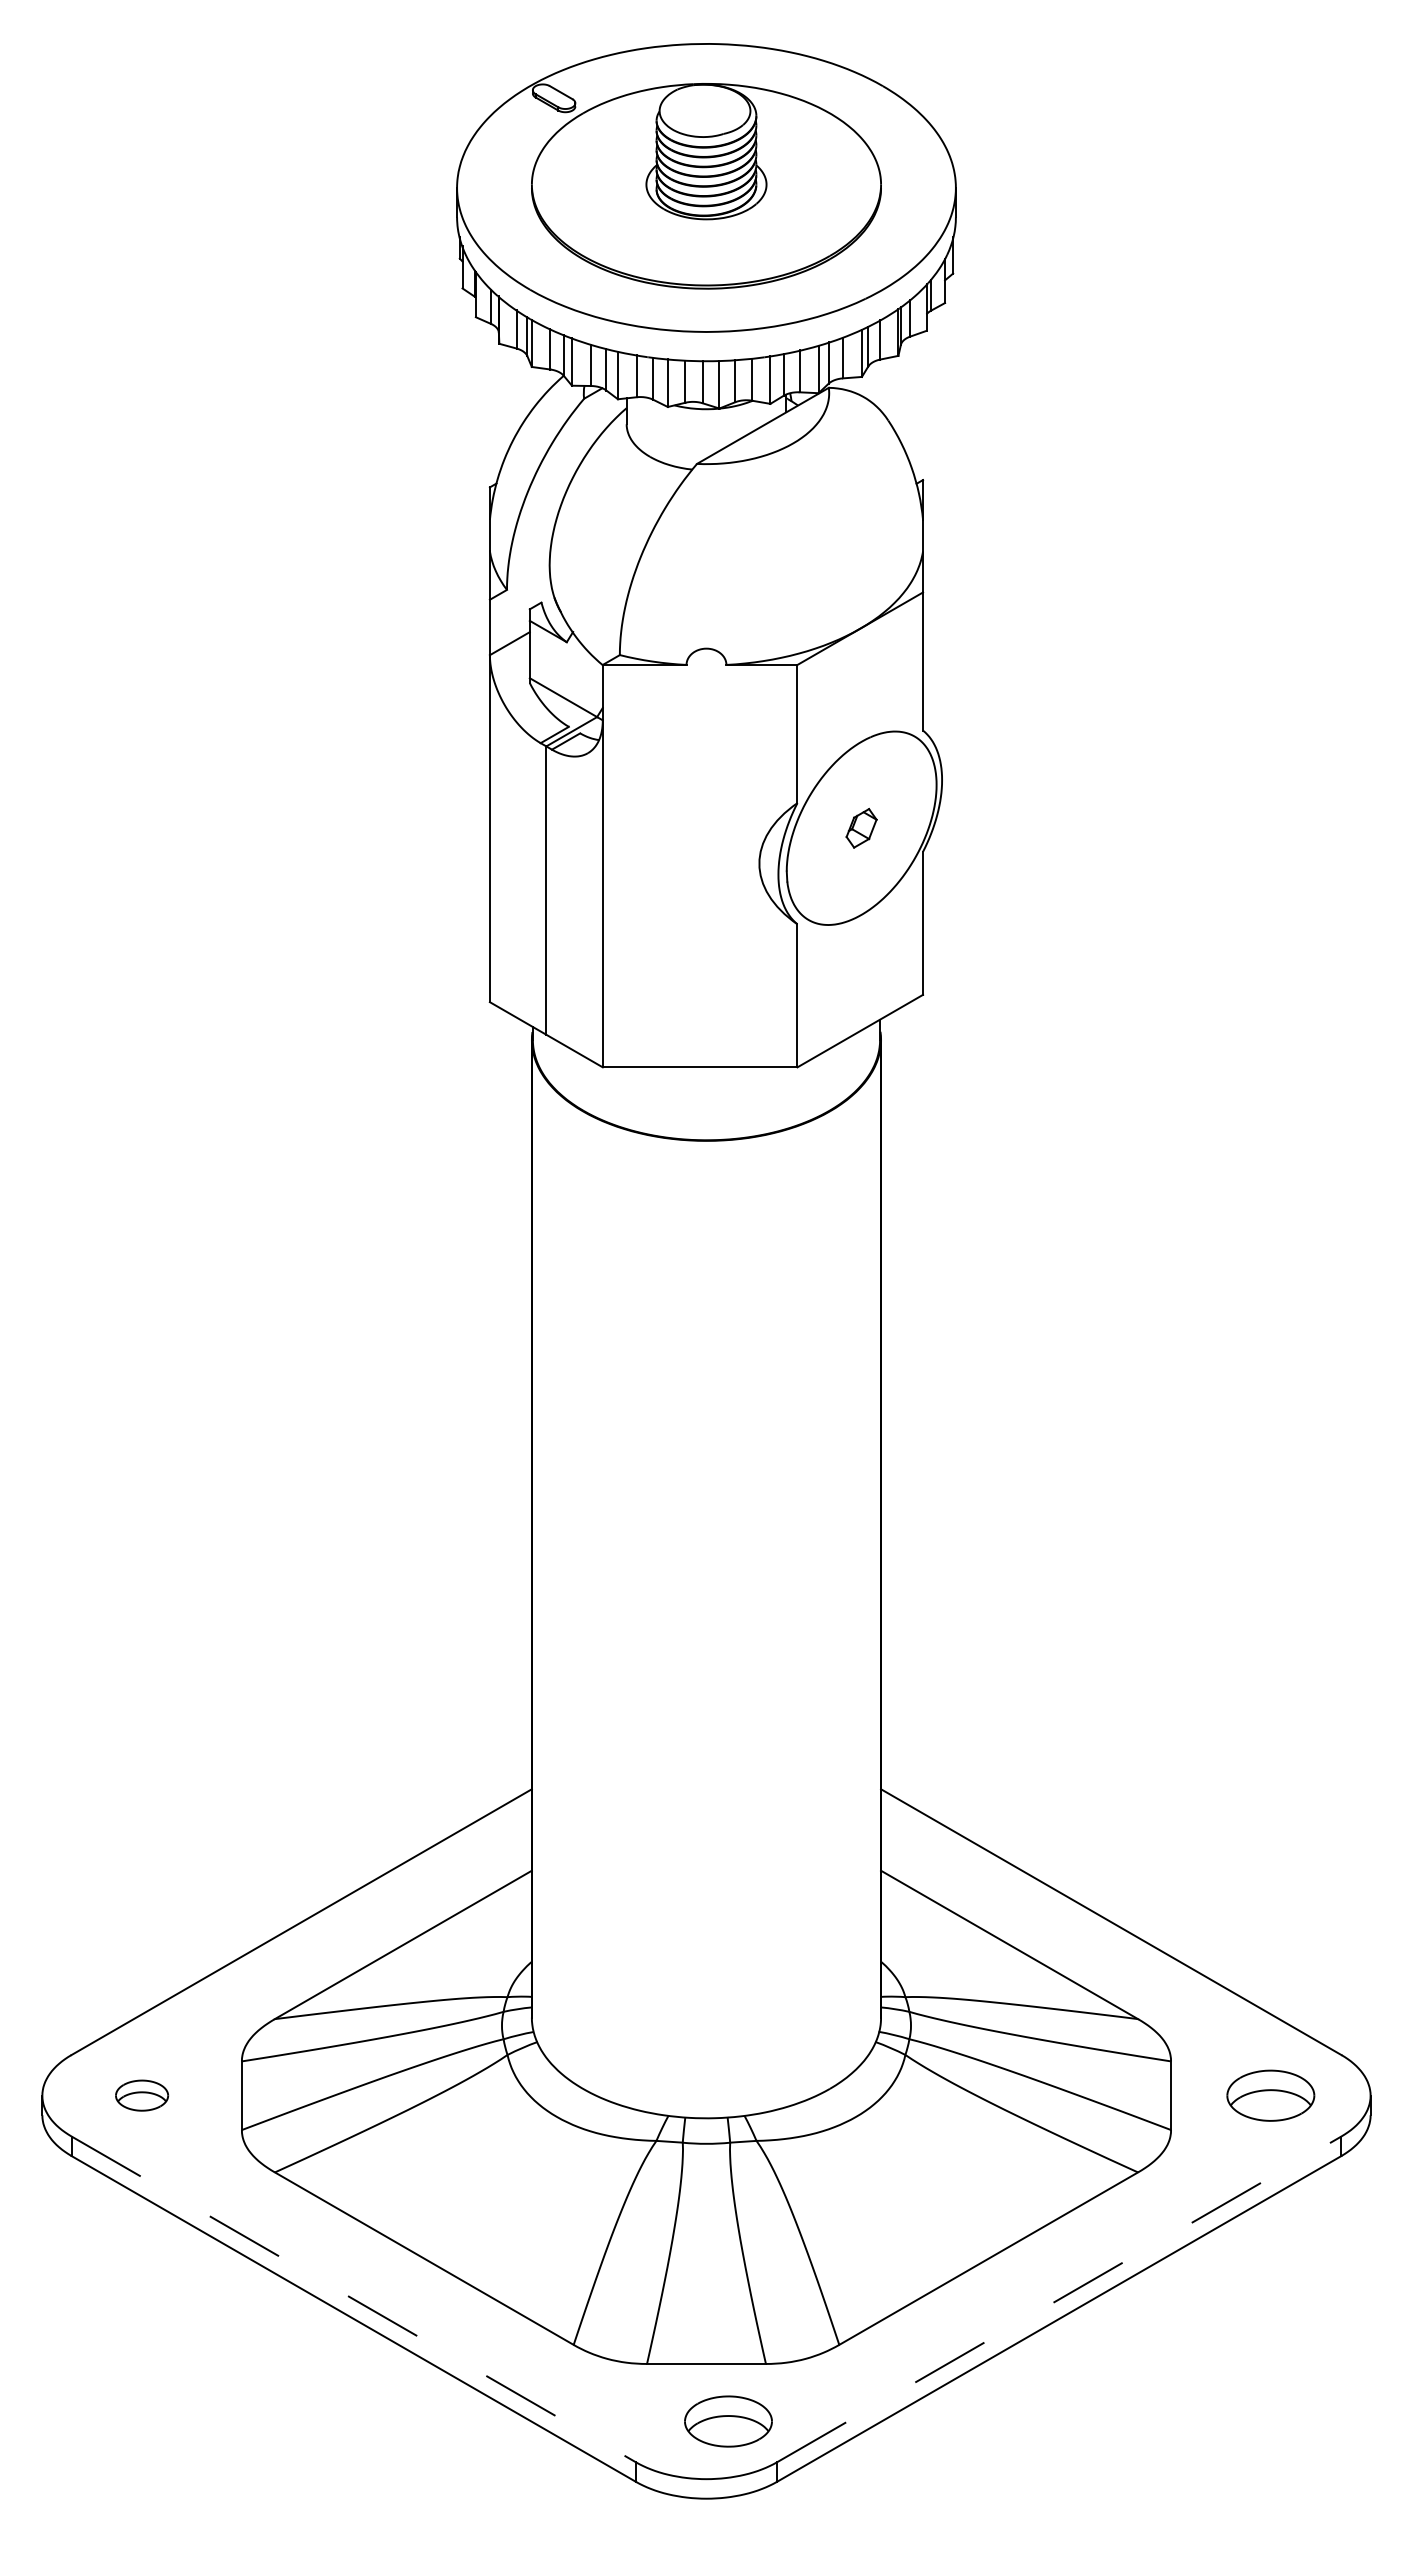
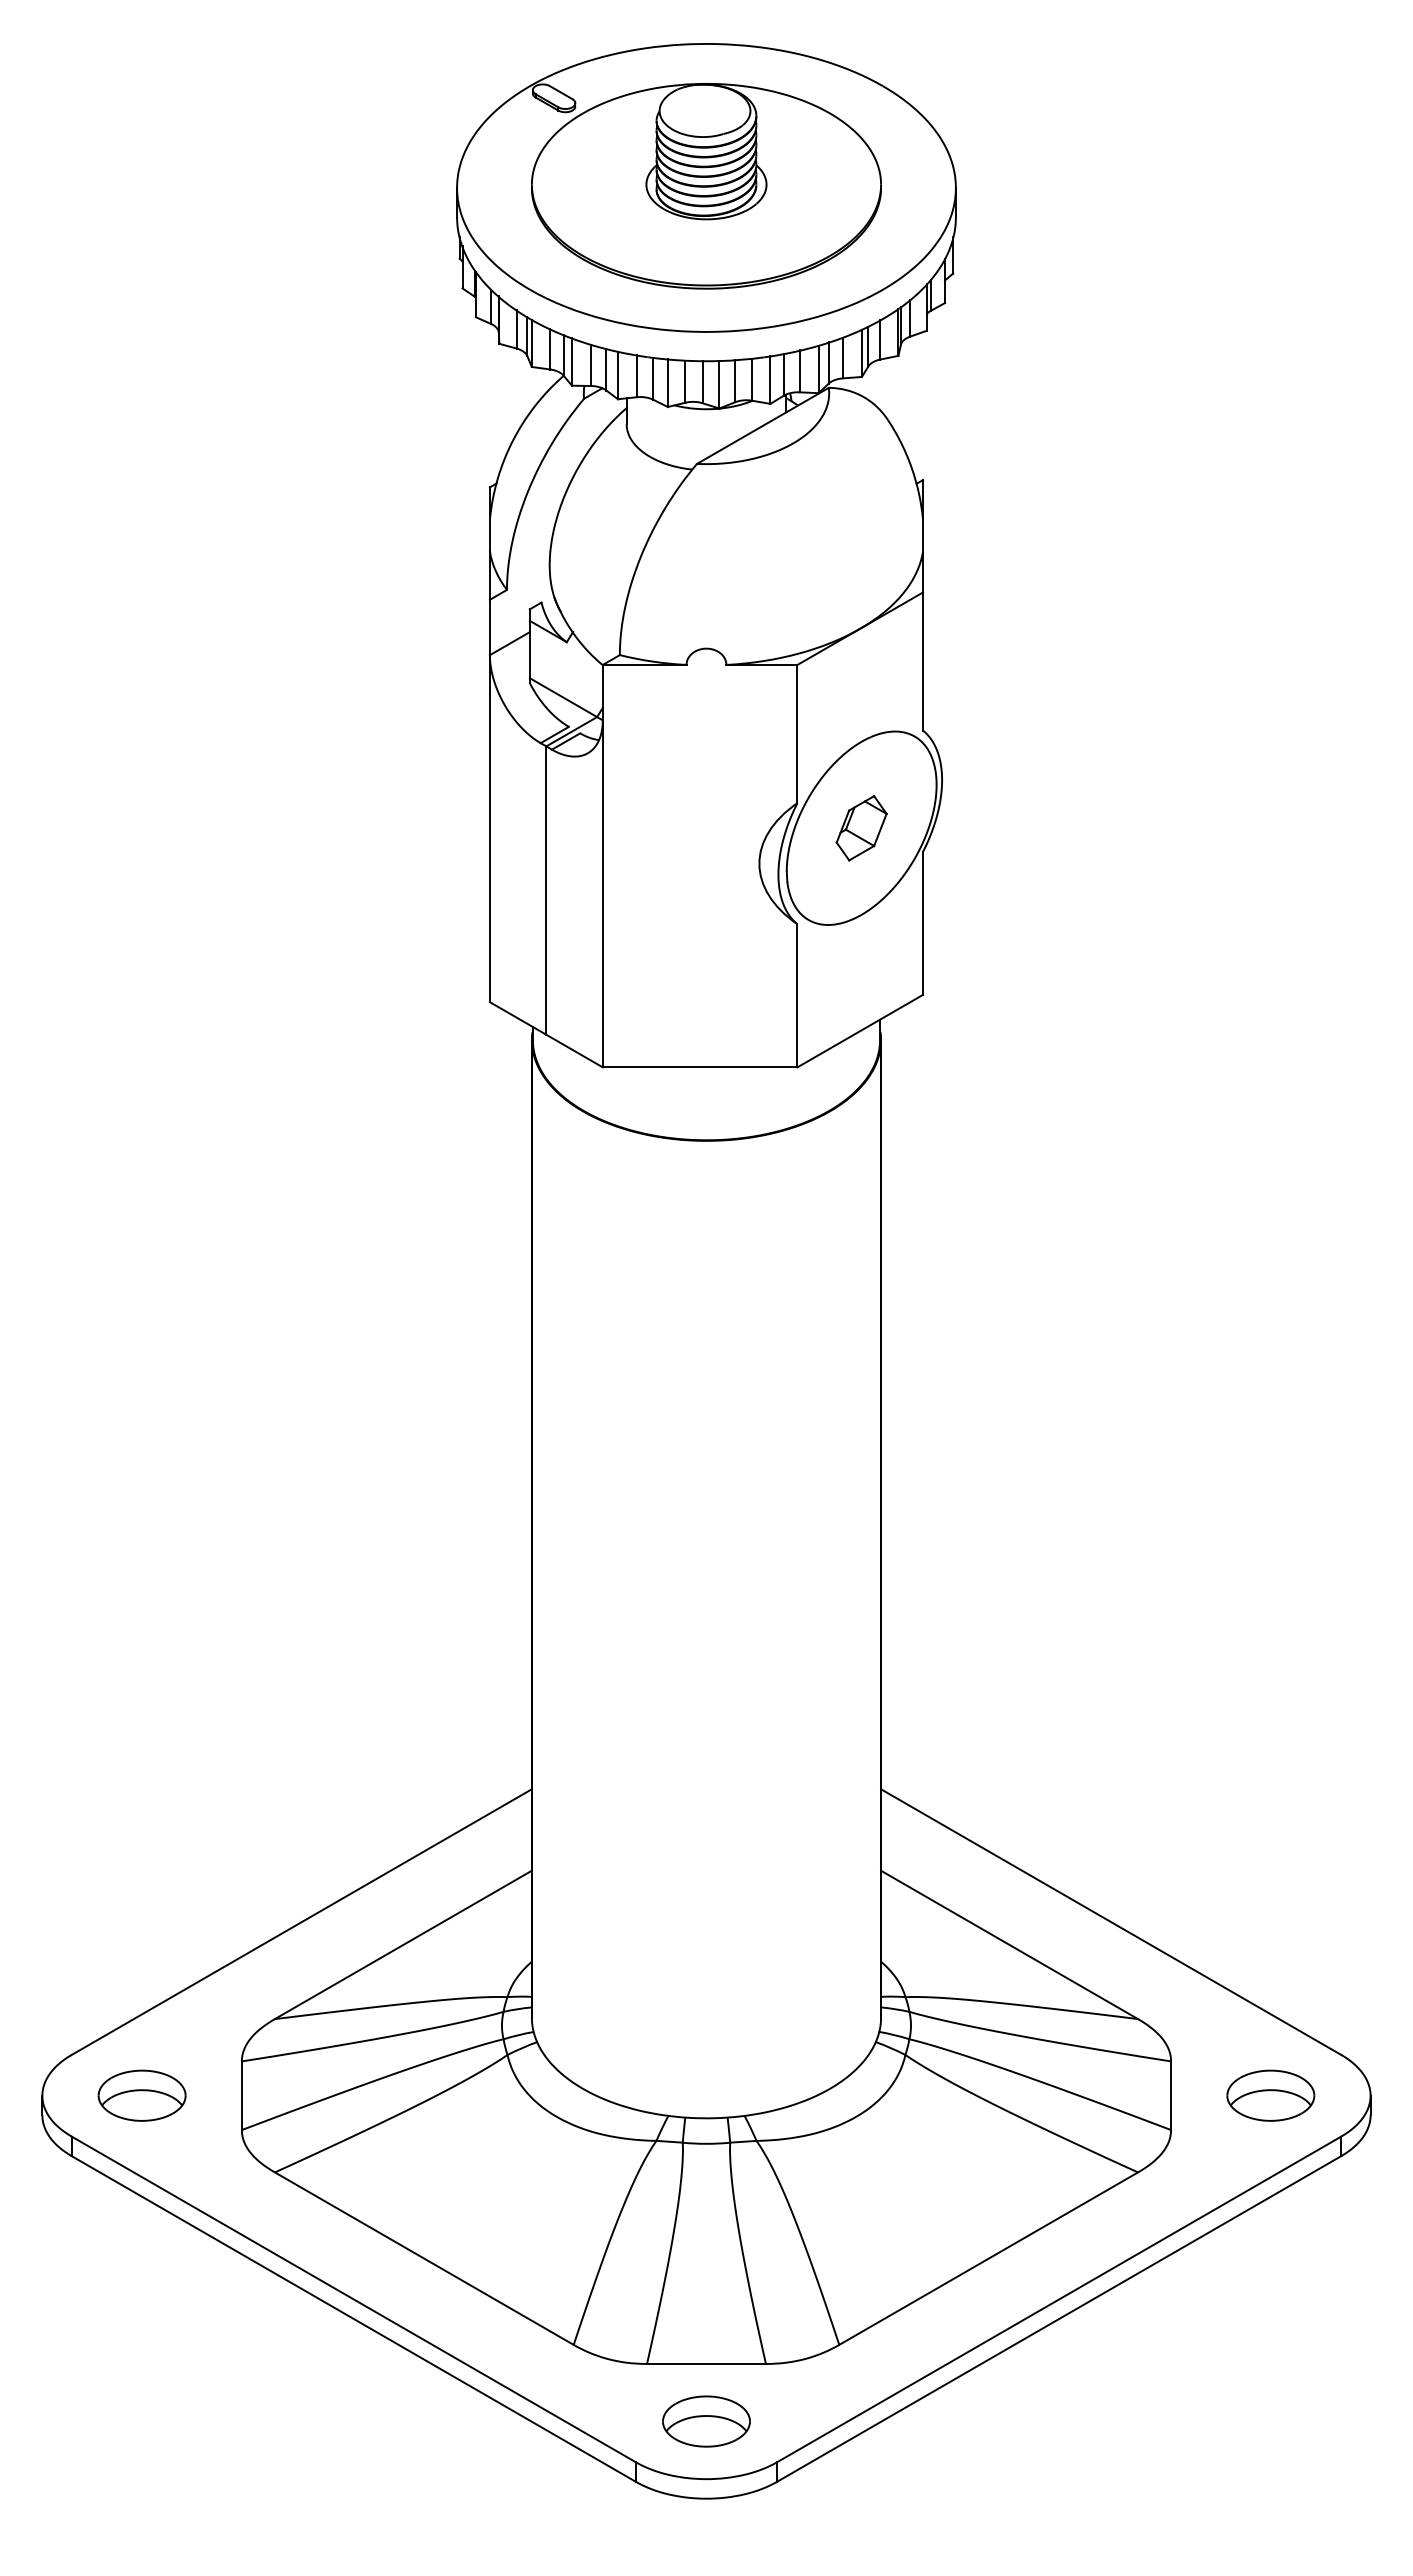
part at (861, 827) size: 33x42 px -> 53x67 px
part at (142, 2095) size: 55x33 px -> 90x53 px
line at (353, 2299): dashed -> solid
line at (1059, 2299): dashed -> solid
part at (728, 2421) position: (728, 2421) -> (706, 2421)
